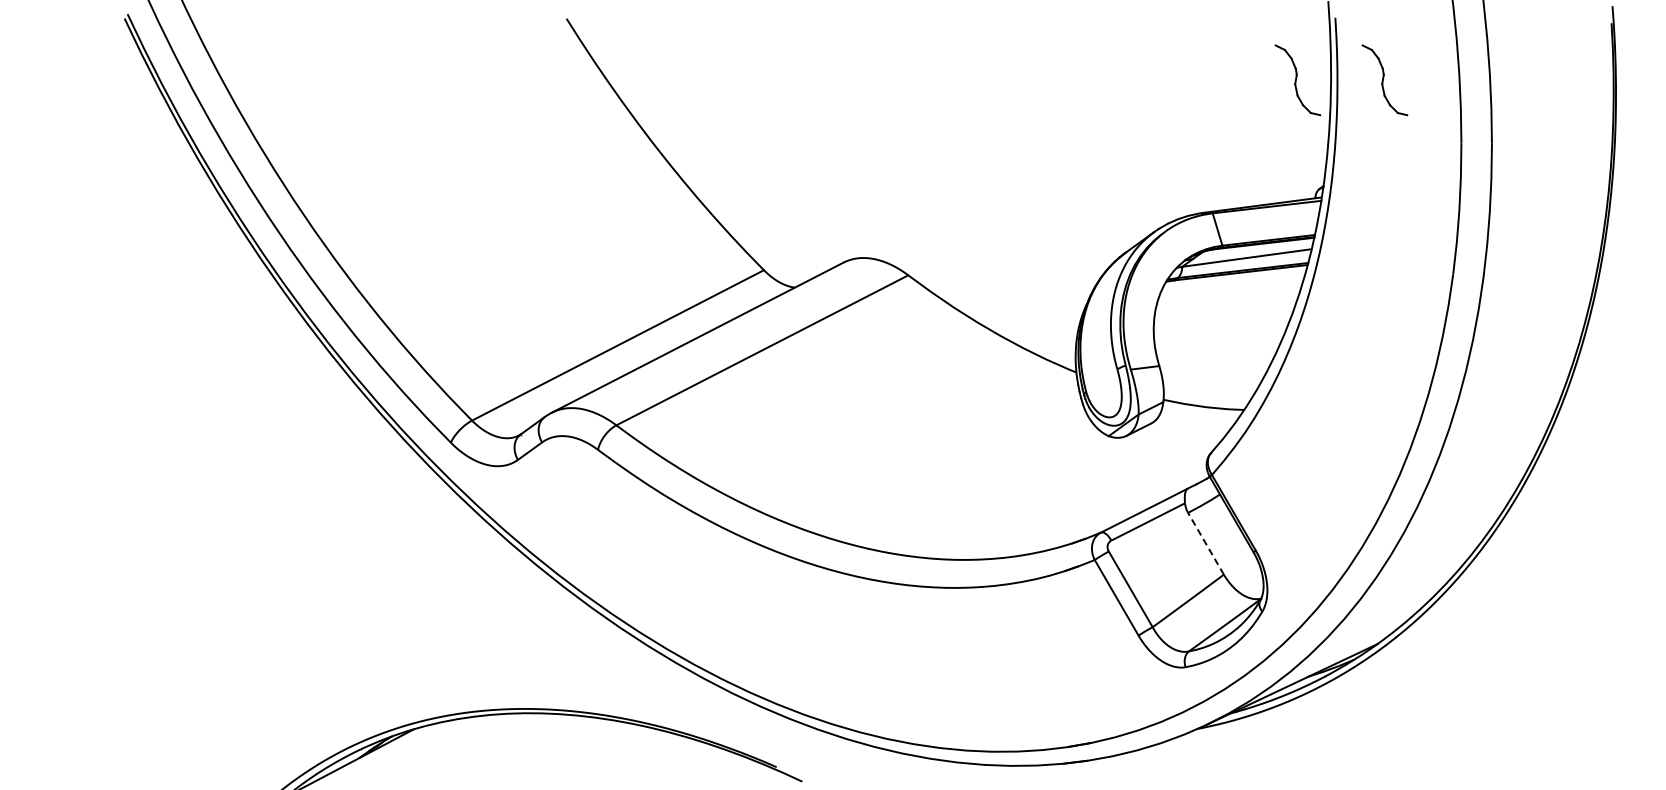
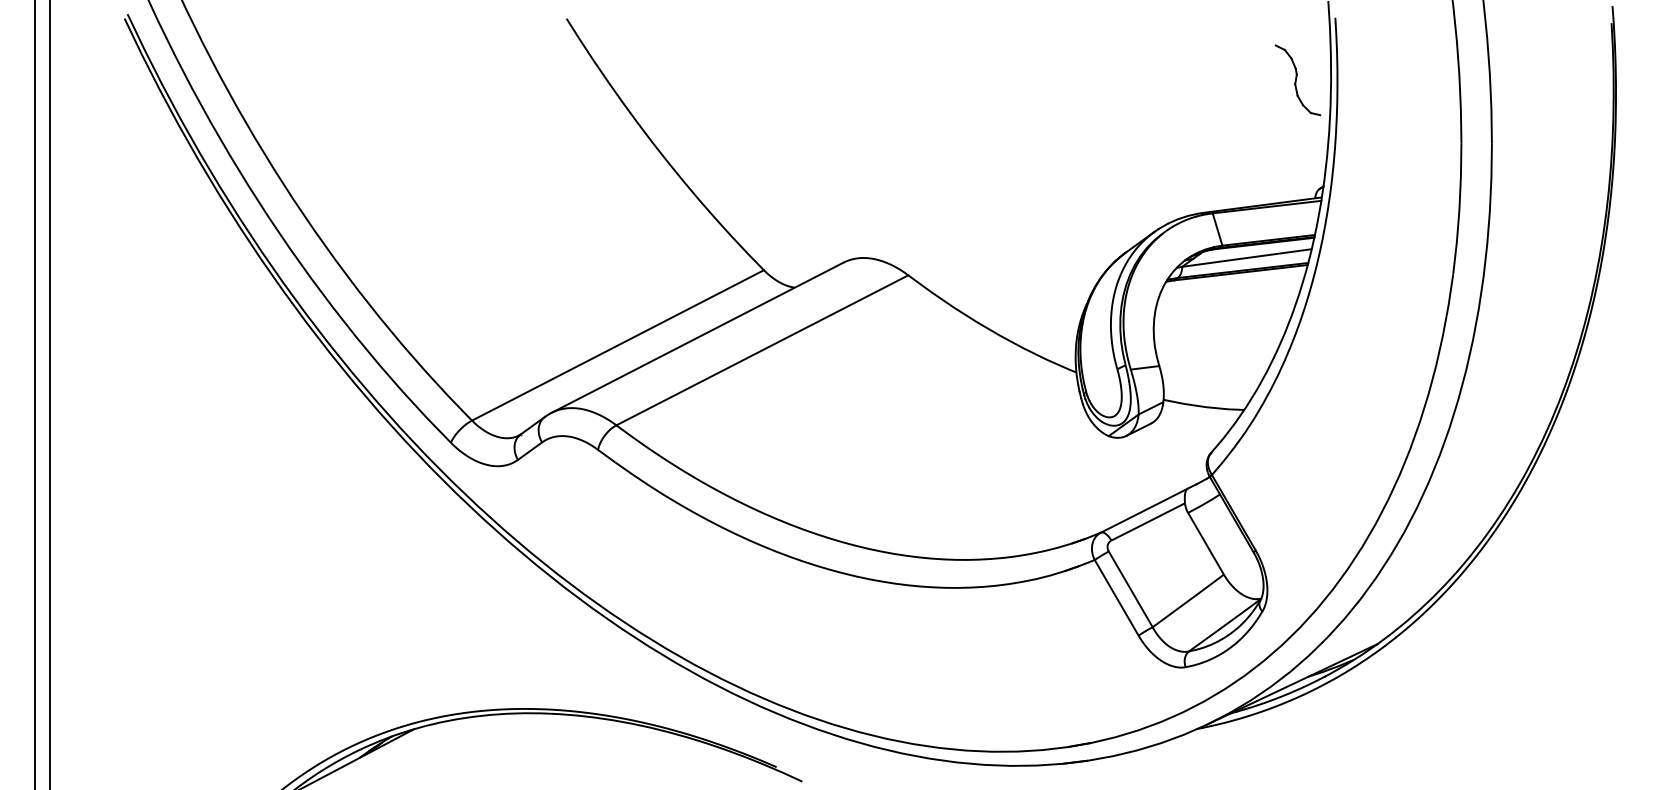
part at (1384, 80): present -> none
line at (34, 394): none -> present
line at (49, 394): none -> present
line at (1206, 543): dashed -> solid
